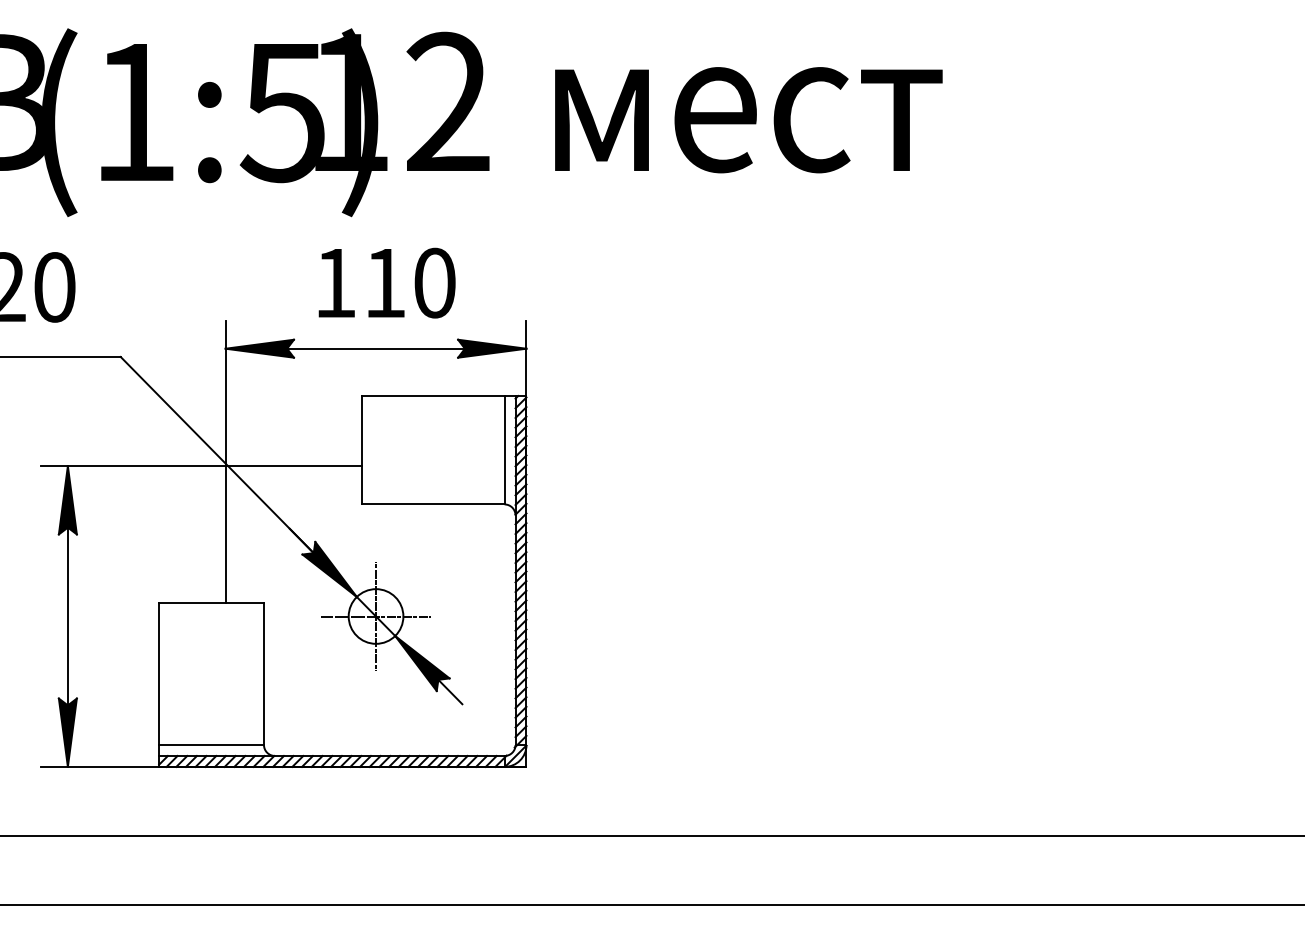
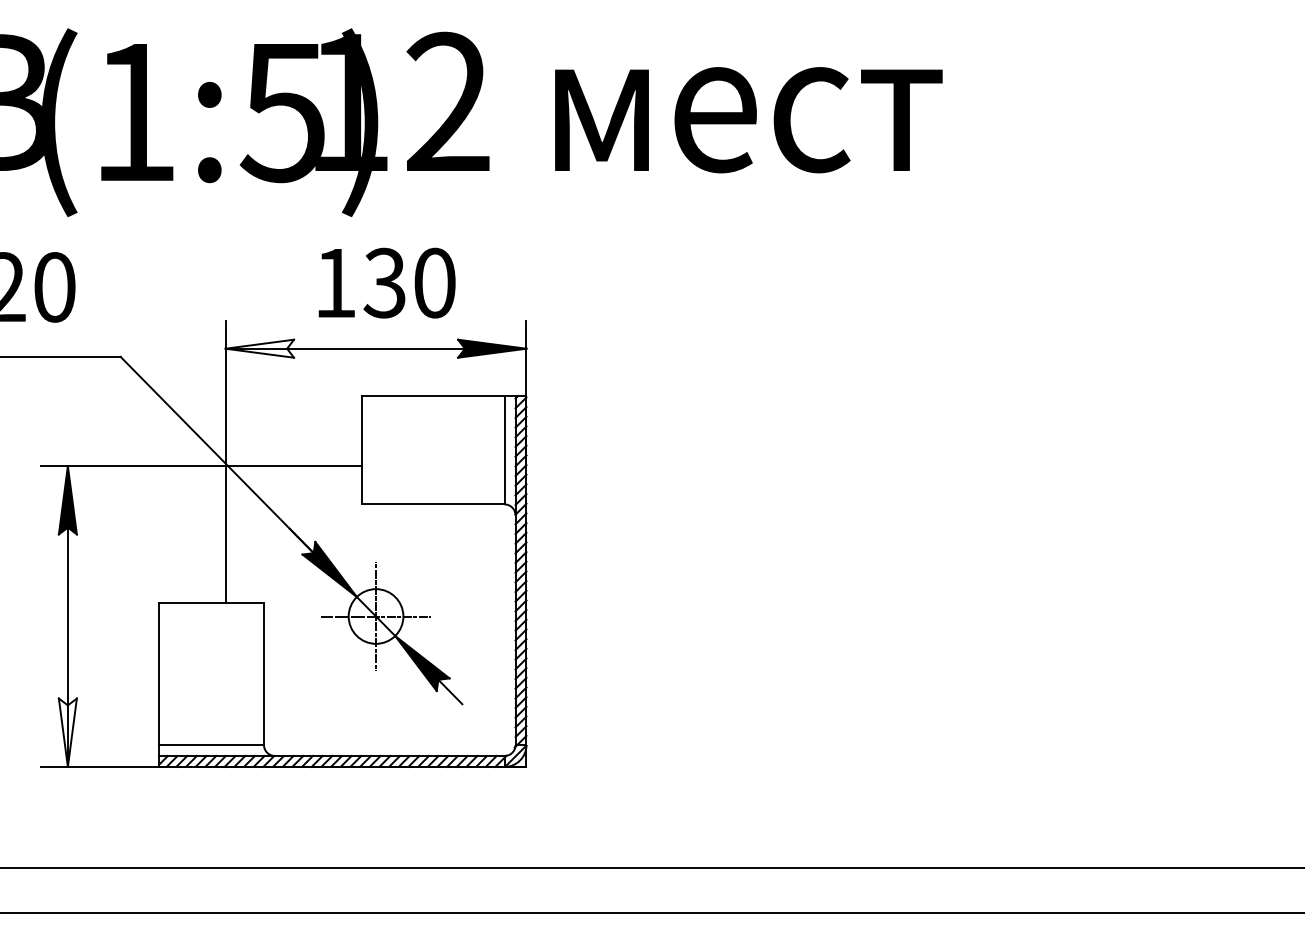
text at (384, 282): 110 -> 130
fill at (259, 348): present -> none
fill at (67, 732): present -> none
line at (651, 836) position: (651, 836) -> (651, 868)
line at (651, 904) position: (651, 904) -> (651, 912)
